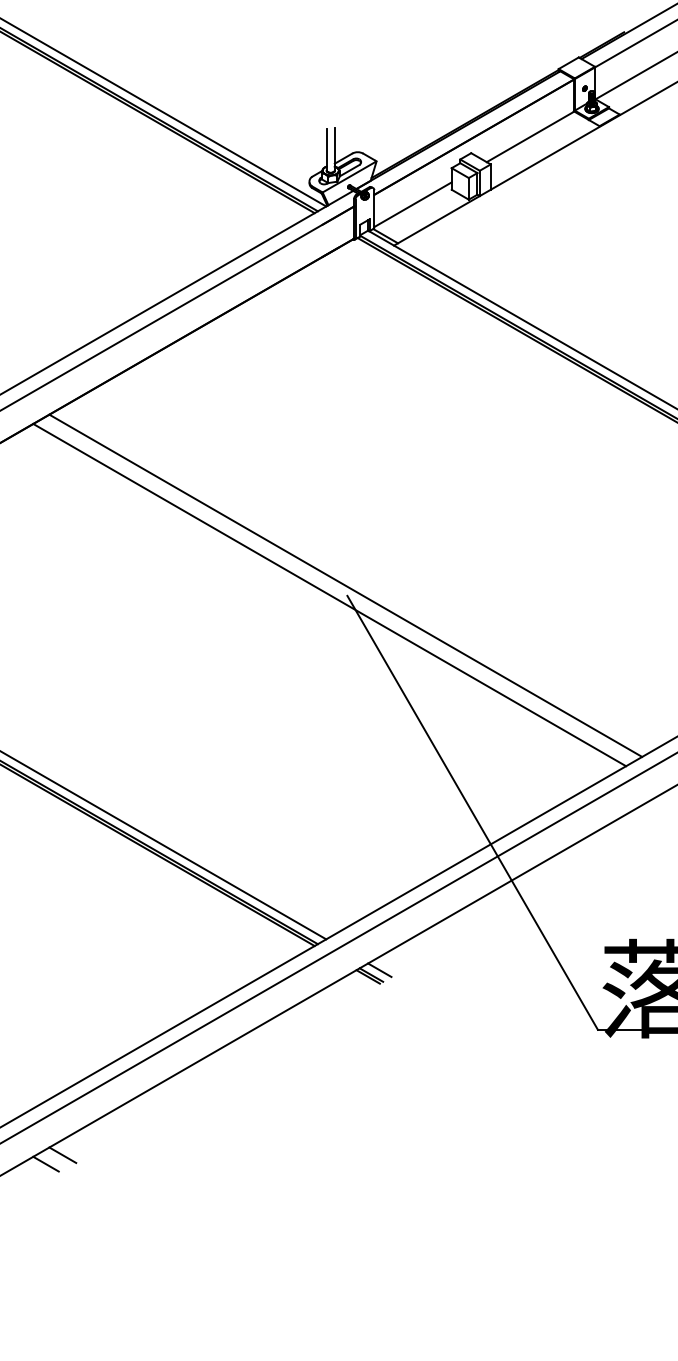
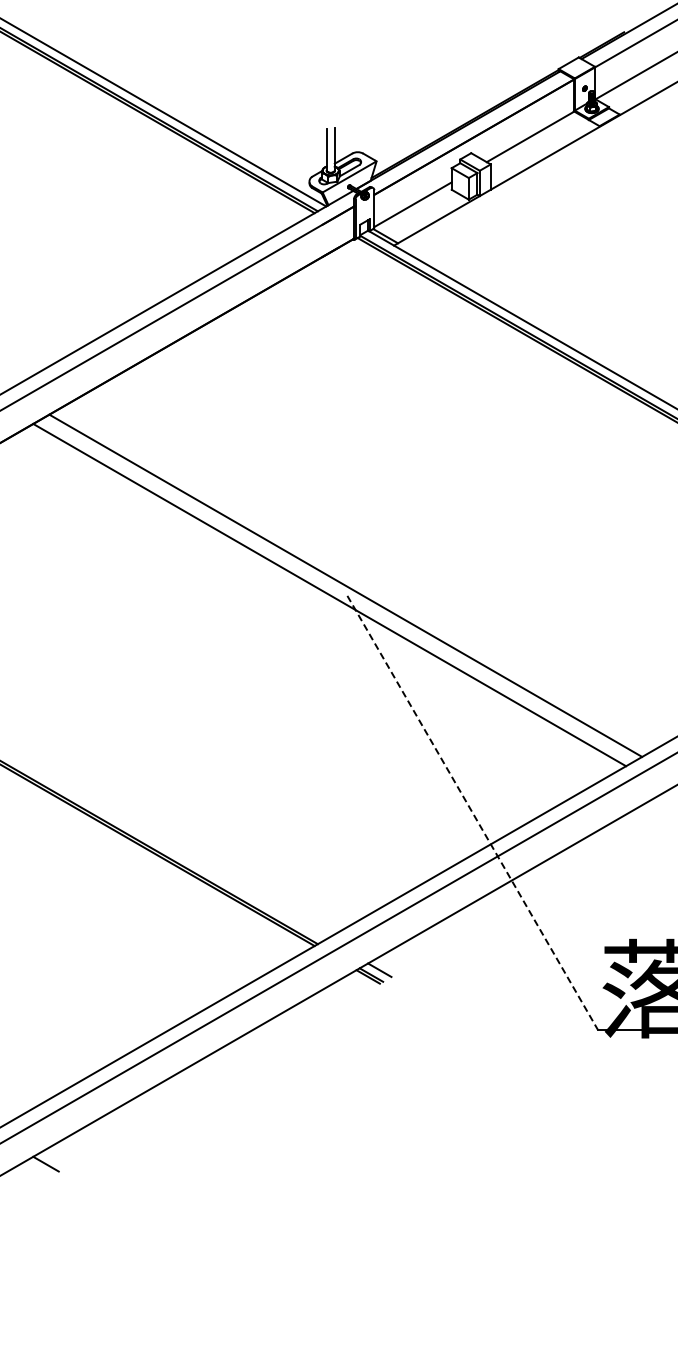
line at (472, 812): solid -> dashed
line at (164, 845): present -> none
line at (62, 1154): present -> none
